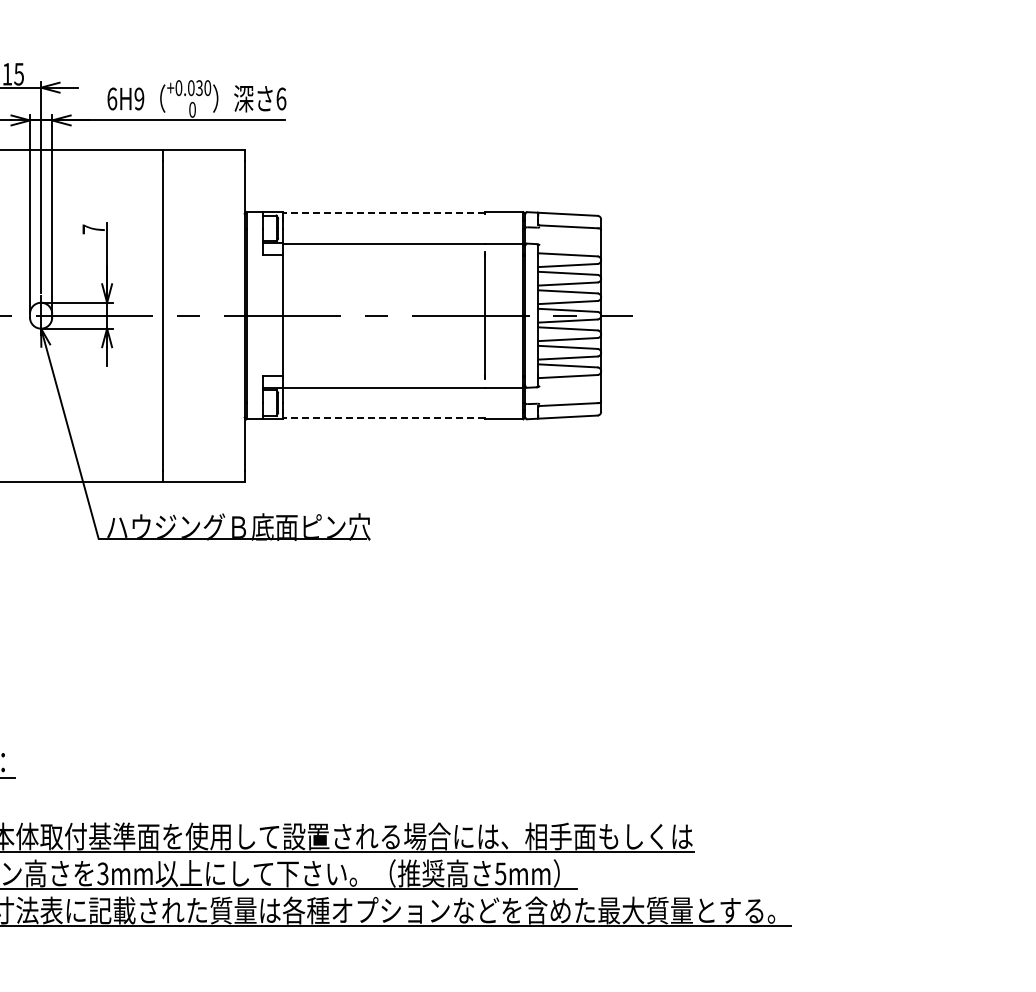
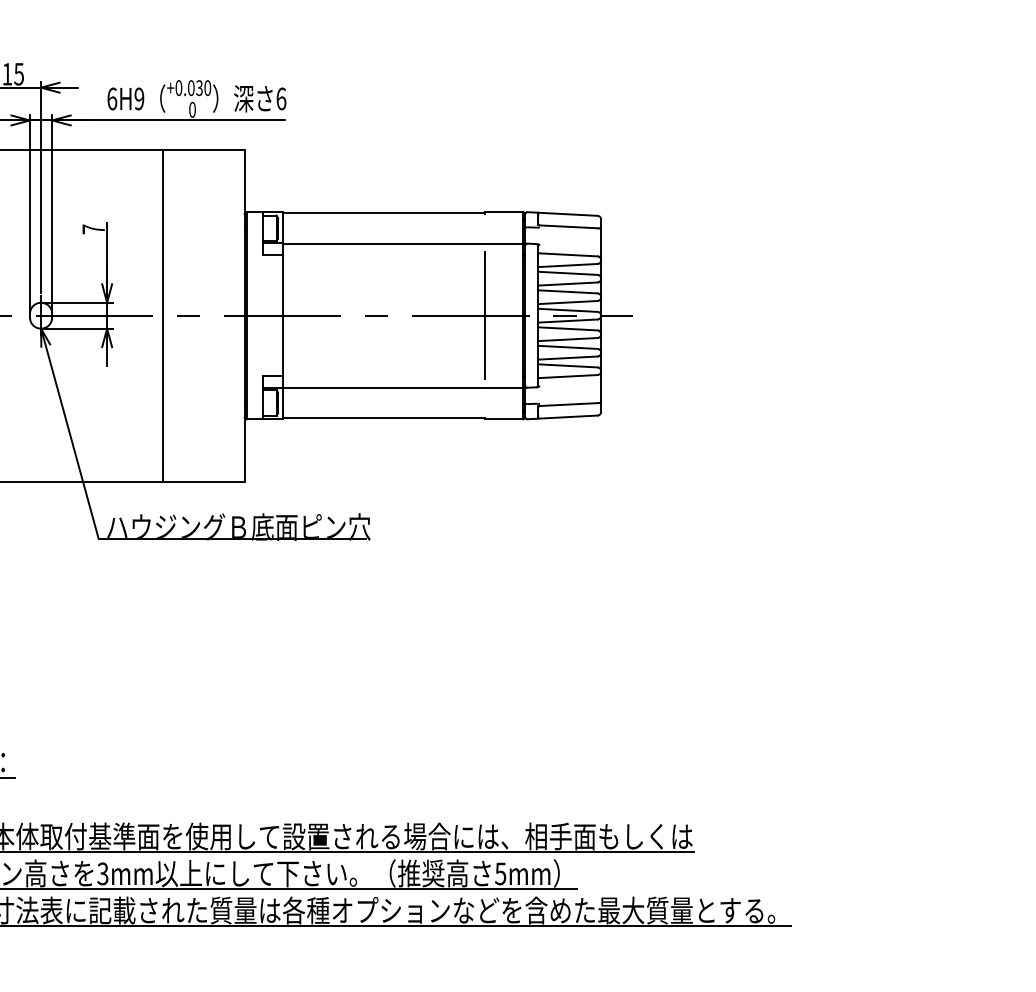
line at (384, 212): dashed -> solid
line at (384, 418): dashed -> solid
